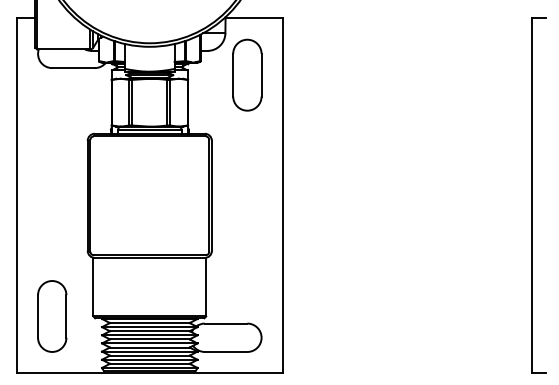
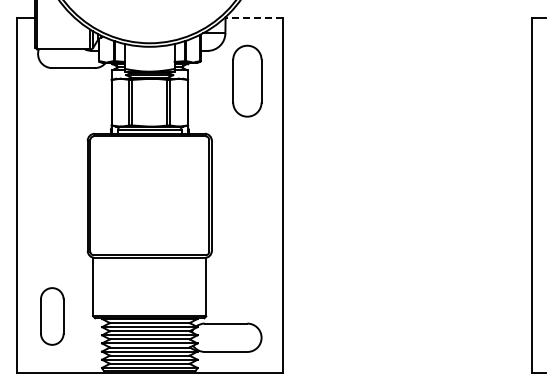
line at (254, 18): solid -> dashed
part at (247, 74) position: (247, 74) -> (247, 80)
part at (52, 316) size: 31x73 px -> 25x59 px
